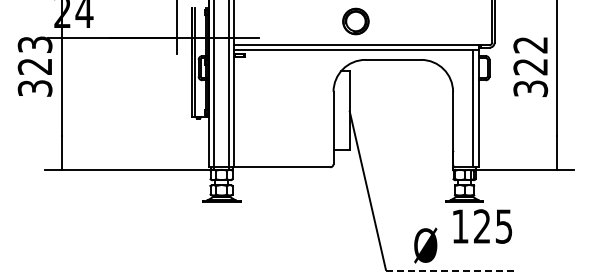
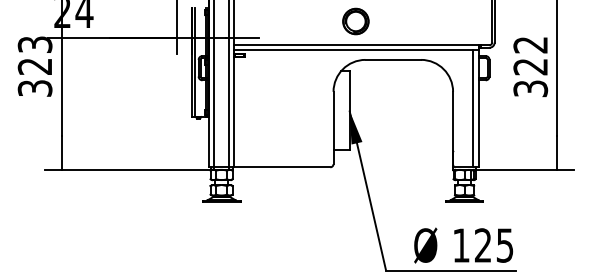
fill at (355, 127): none -> present
text at (482, 226) position: (482, 226) -> (483, 245)
line at (450, 270): dashed -> solid
